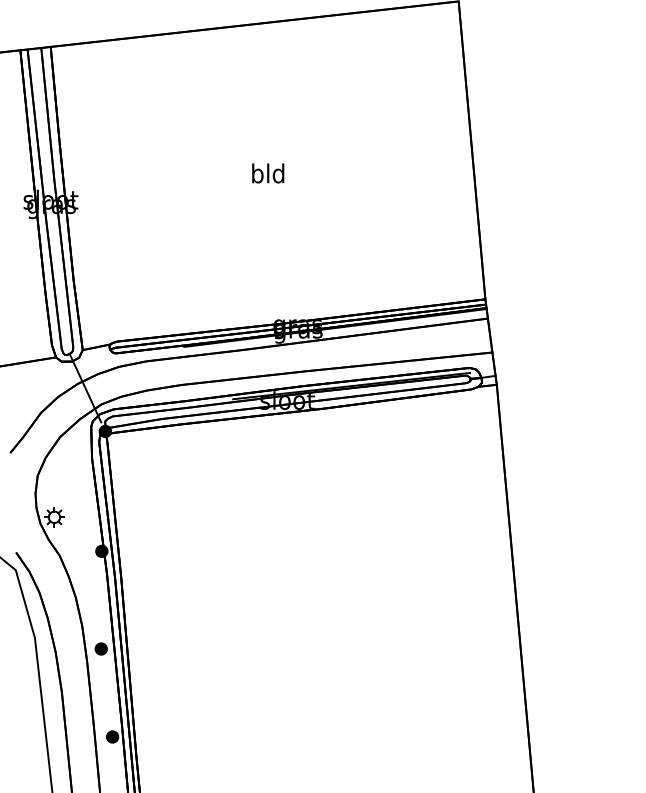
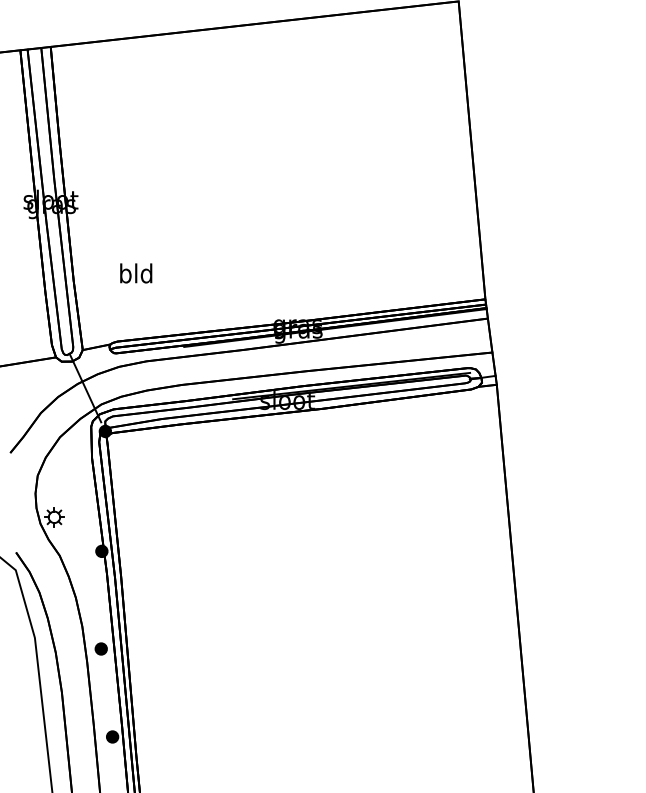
text at (268, 173) position: (268, 173) -> (136, 273)
